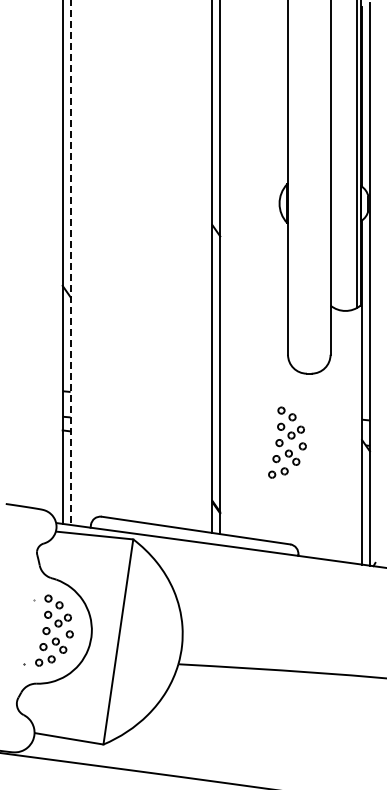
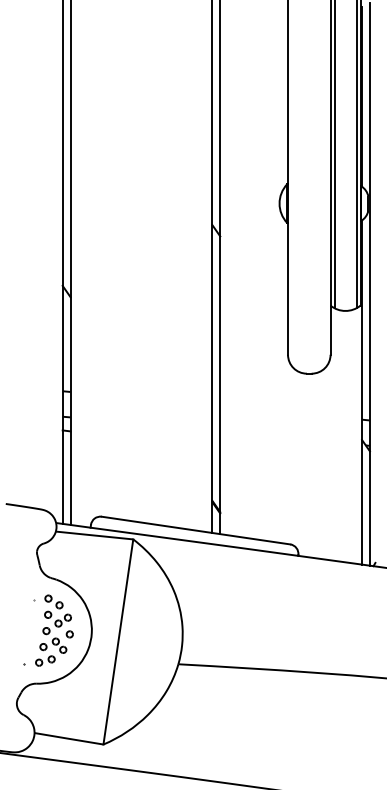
line at (334, 155): none -> present
line at (70, 263): dashed -> solid
part at (287, 442): present -> none
